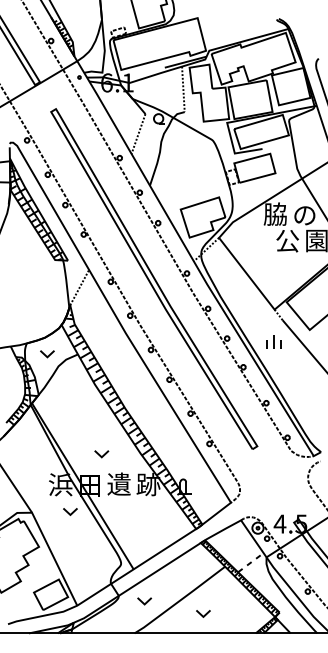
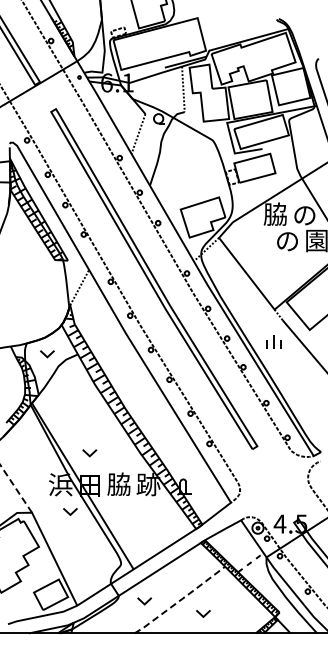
text at (287, 241): 公 -> の
part at (101, 454) position: (101, 454) -> (89, 453)
text at (118, 483): 遺 -> 脇
line at (16, 488): solid -> dashed
line at (180, 600): solid -> dashed
